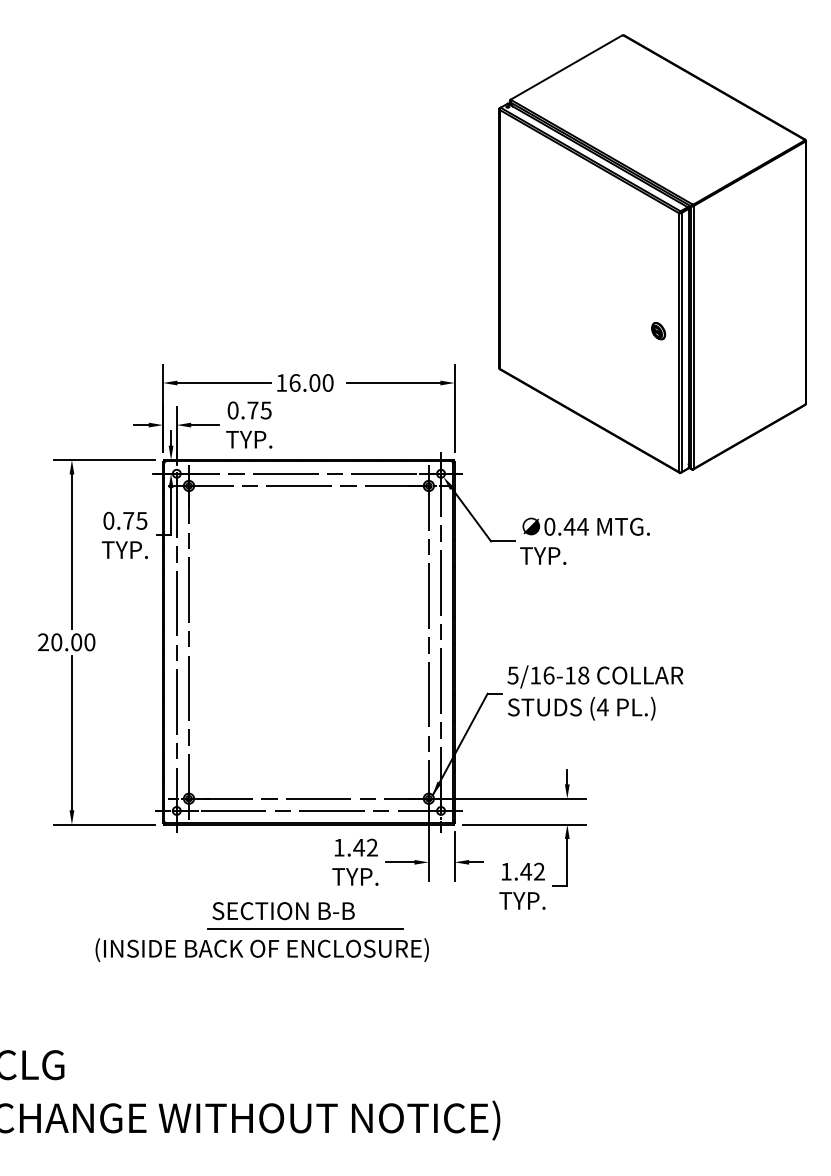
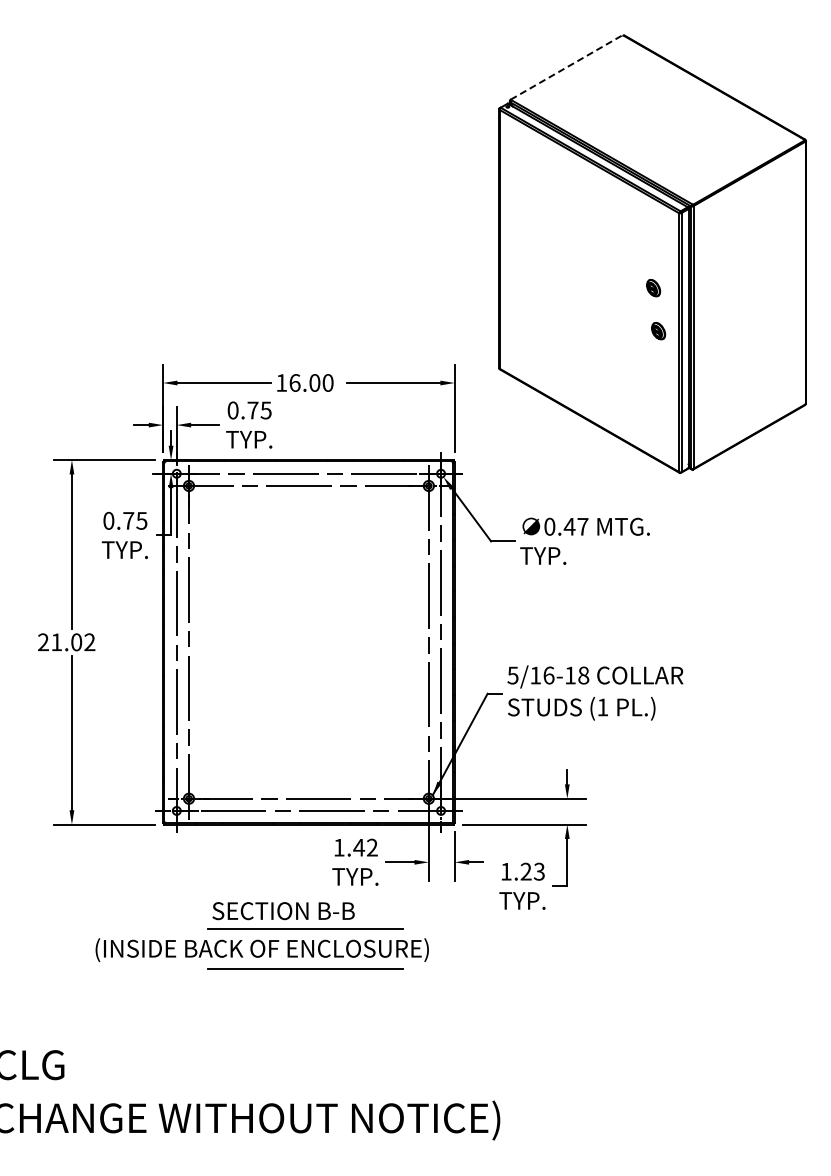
line at (566, 67): solid -> dashed
part at (653, 288): none -> present
text at (582, 526): 0.44 -> 0.47
text at (73, 642): 20.00 -> 21.02
text at (602, 707): (4 -> (1
text at (532, 871): 1.42 -> 1.23
line at (305, 968): none -> present
